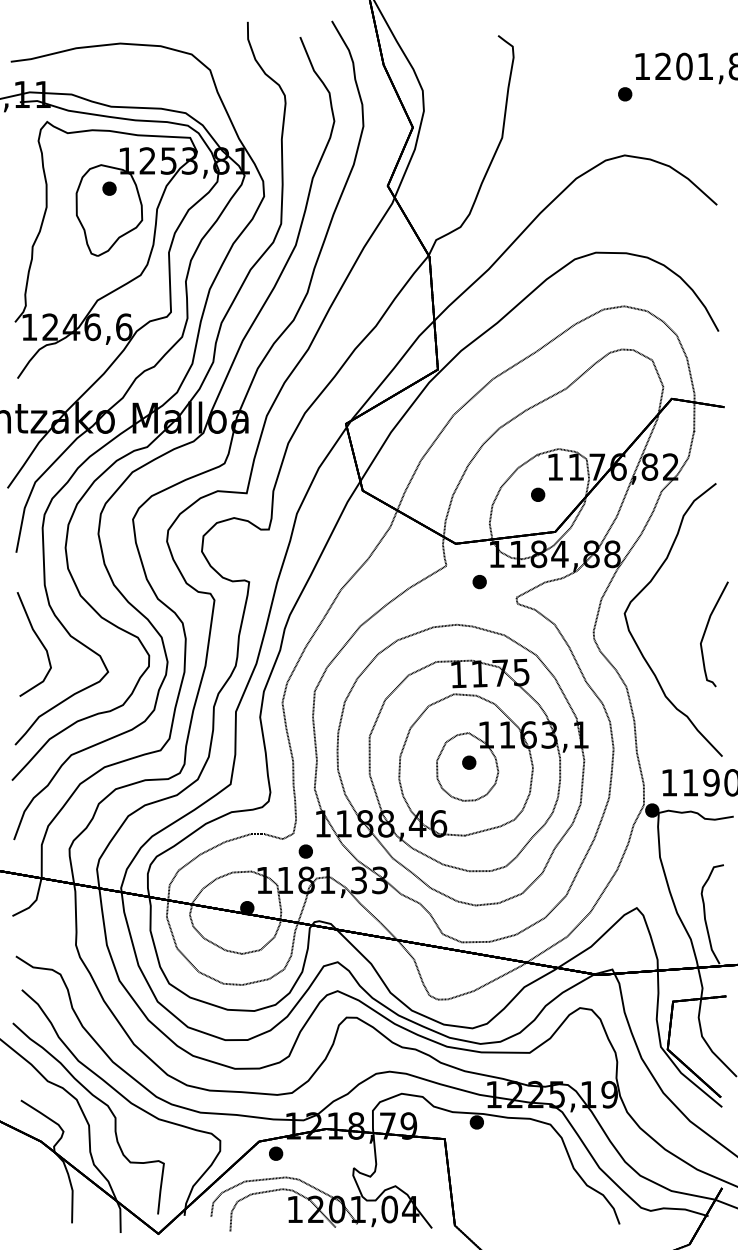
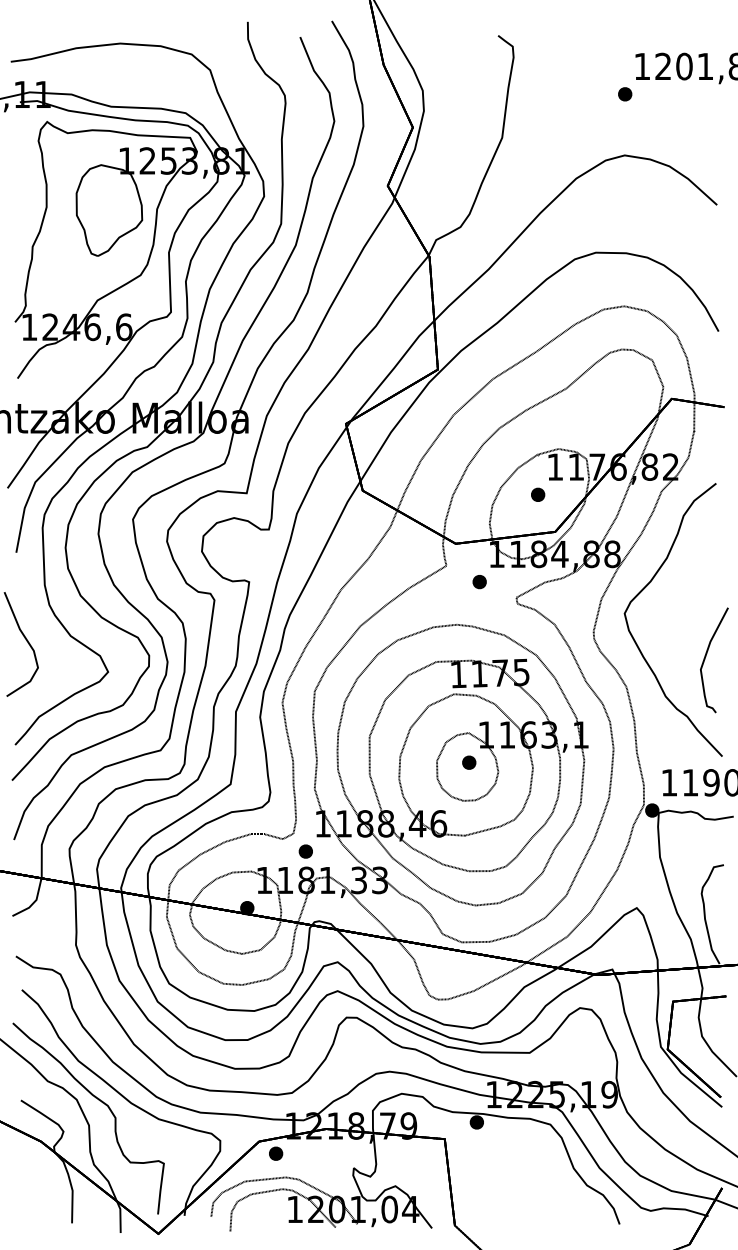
part at (109, 188): present -> none
curve at (706, 630) position: (706, 630) -> (706, 656)
curve at (39, 641) position: (39, 641) -> (26, 641)
